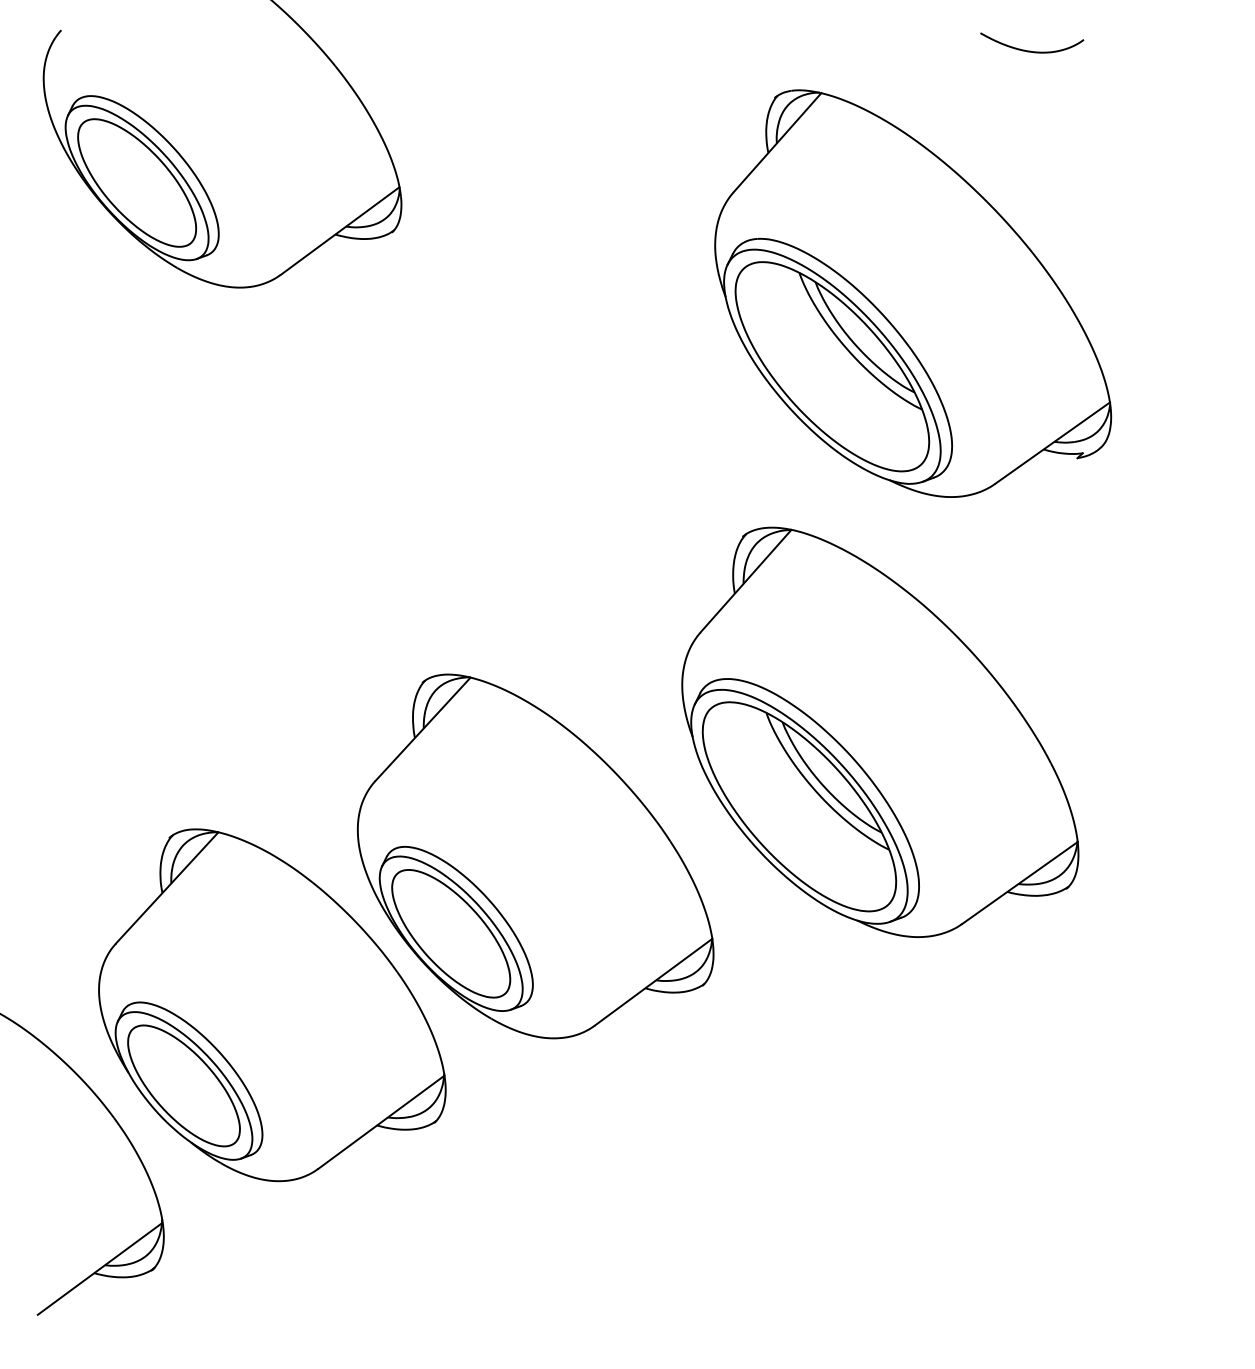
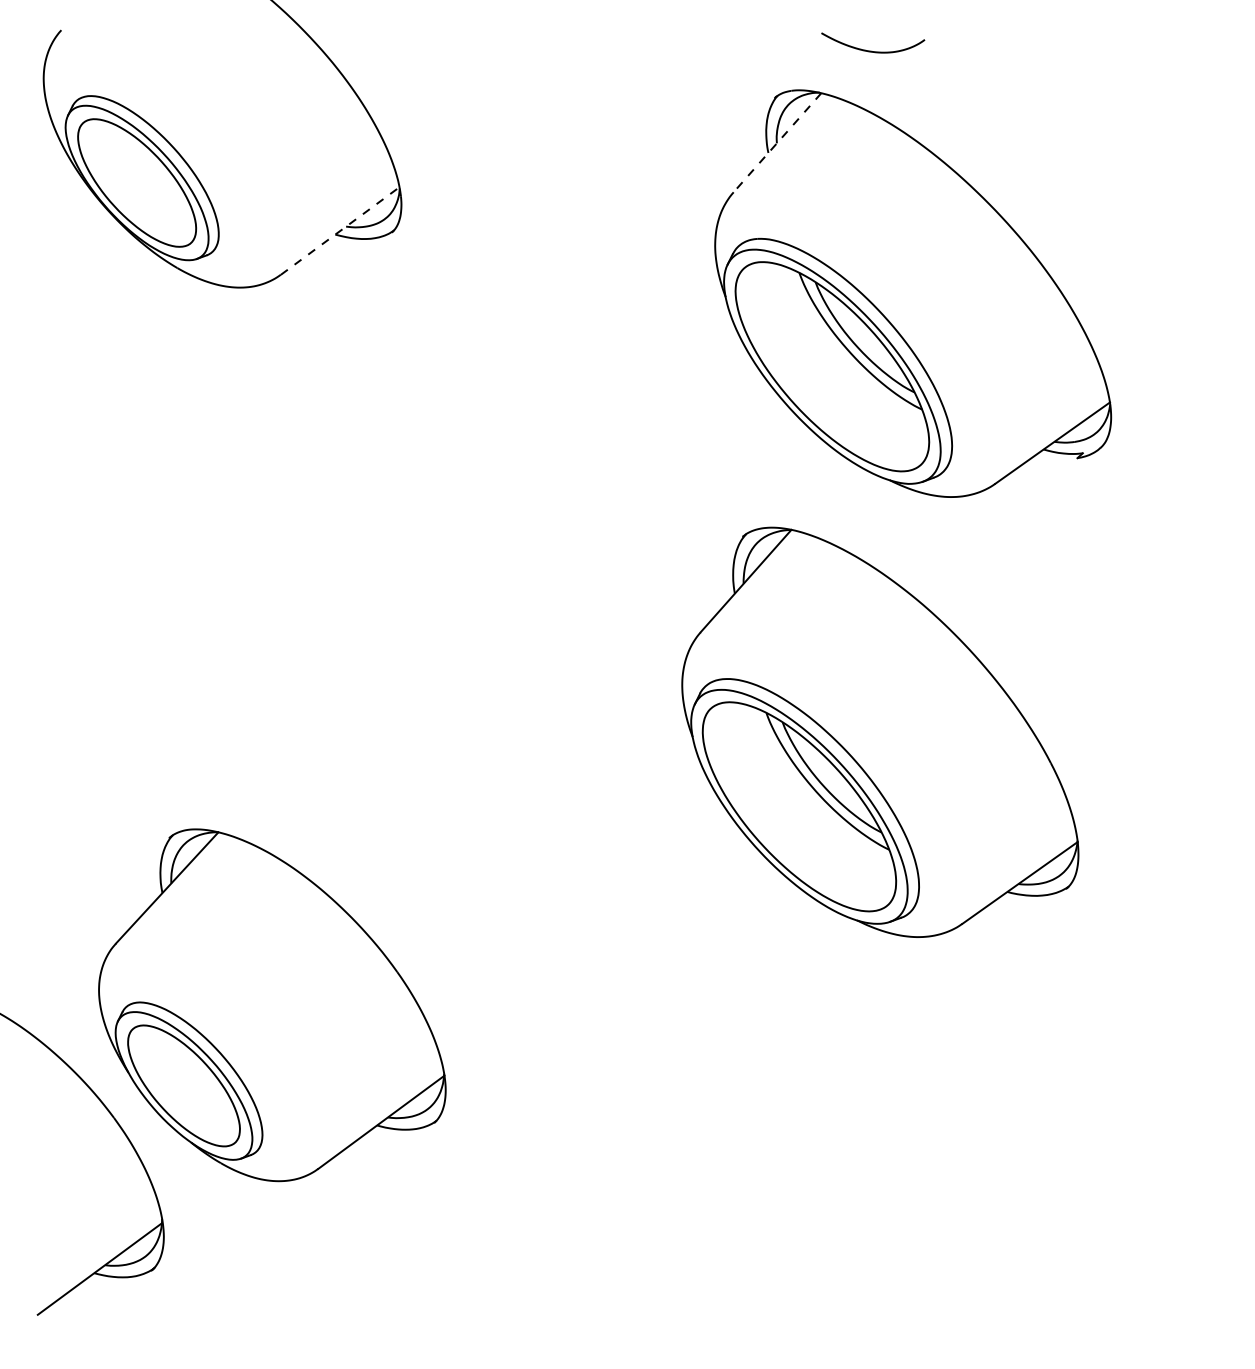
curve at (1030, 50) position: (1030, 50) -> (871, 50)
line at (777, 143): solid -> dashed
line at (340, 231): solid -> dashed
part at (535, 856): present -> none
